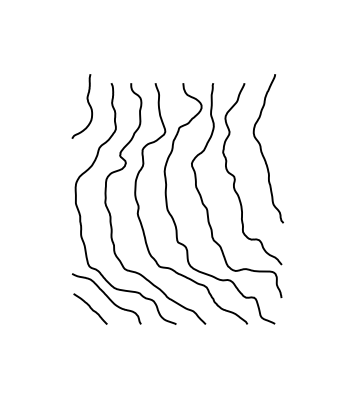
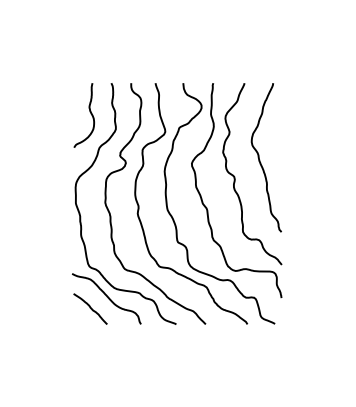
curve at (87, 103) position: (87, 103) -> (89, 112)
curve at (262, 151) position: (262, 151) -> (260, 160)
